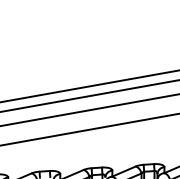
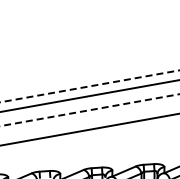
line at (90, 86): solid -> dashed
line at (90, 110): solid -> dashed
